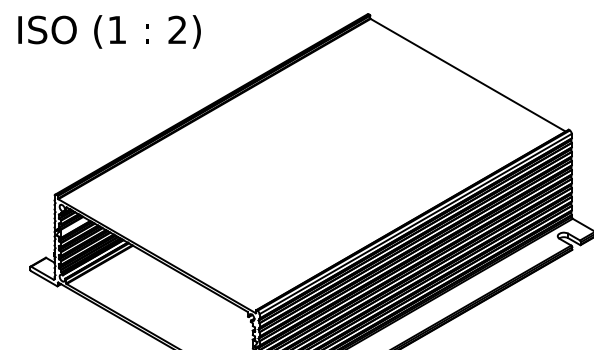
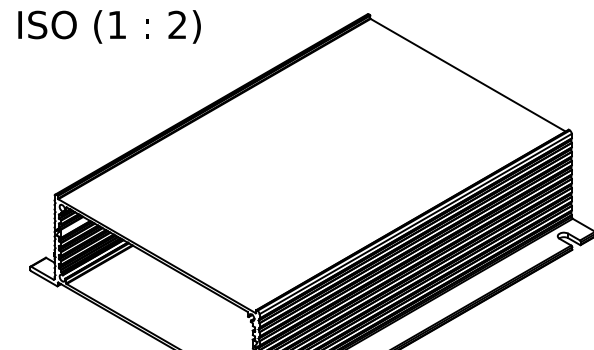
text at (109, 31) position: (109, 31) -> (109, 26)
